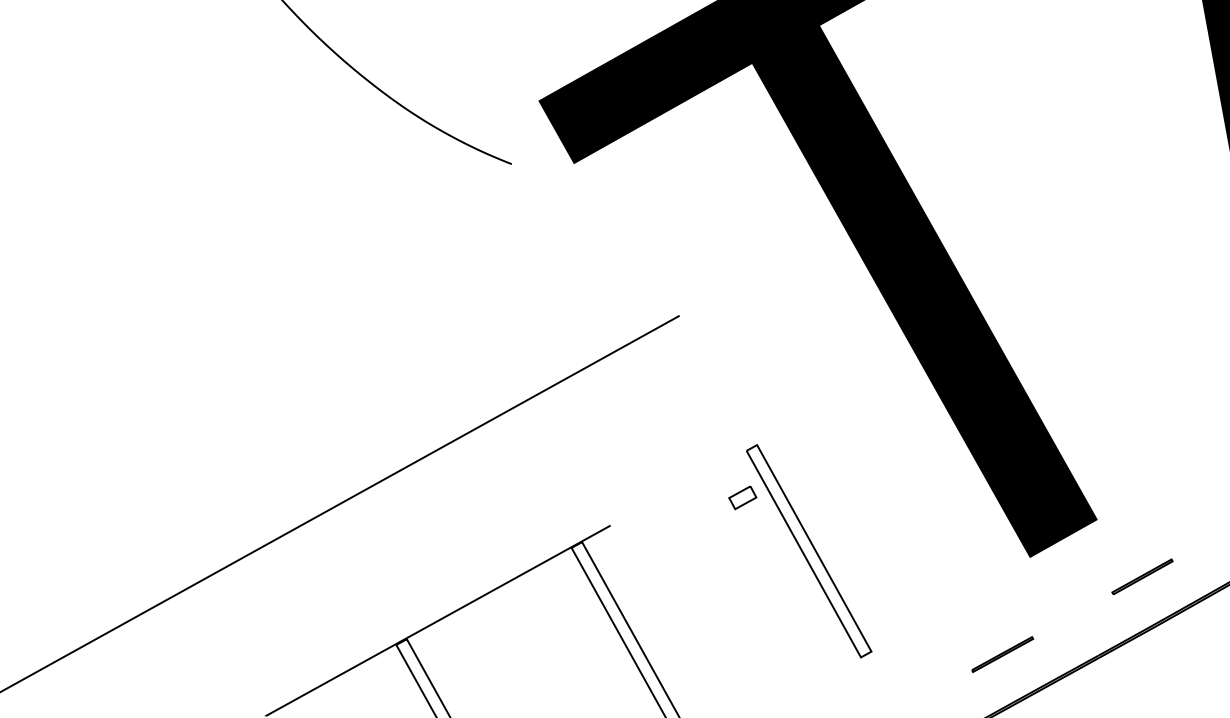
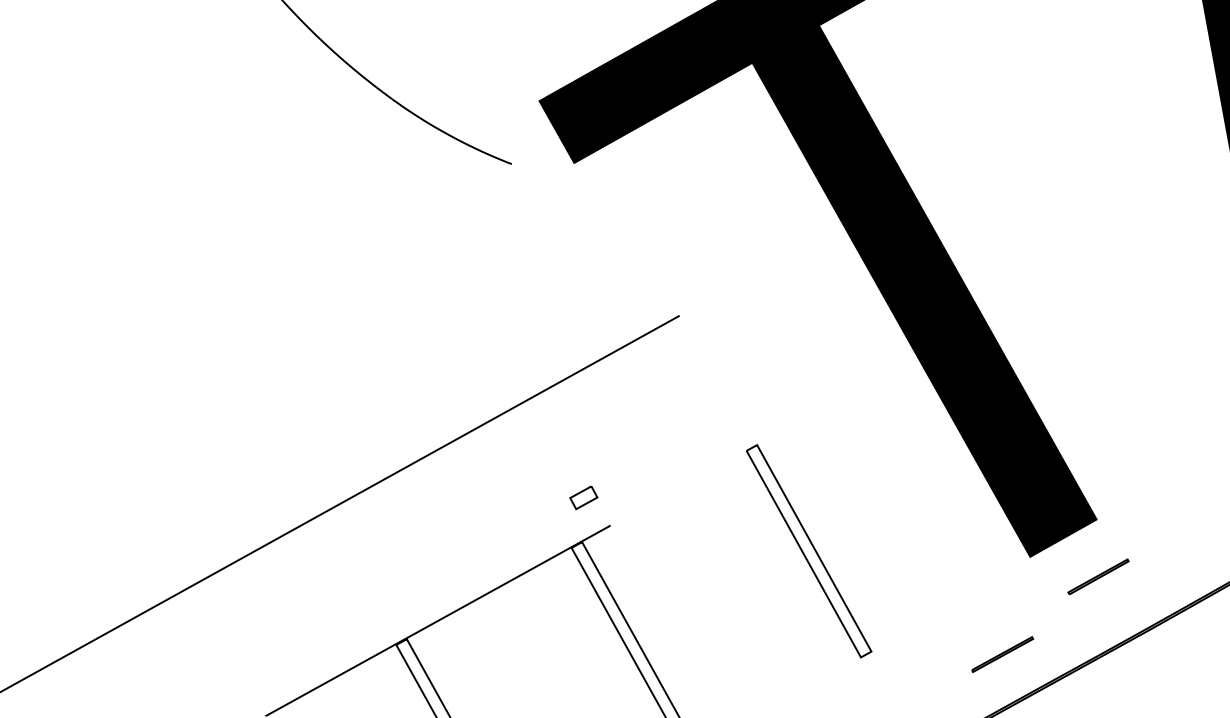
part at (742, 497) position: (742, 497) -> (583, 497)
part at (1142, 576) position: (1142, 576) -> (1098, 576)
